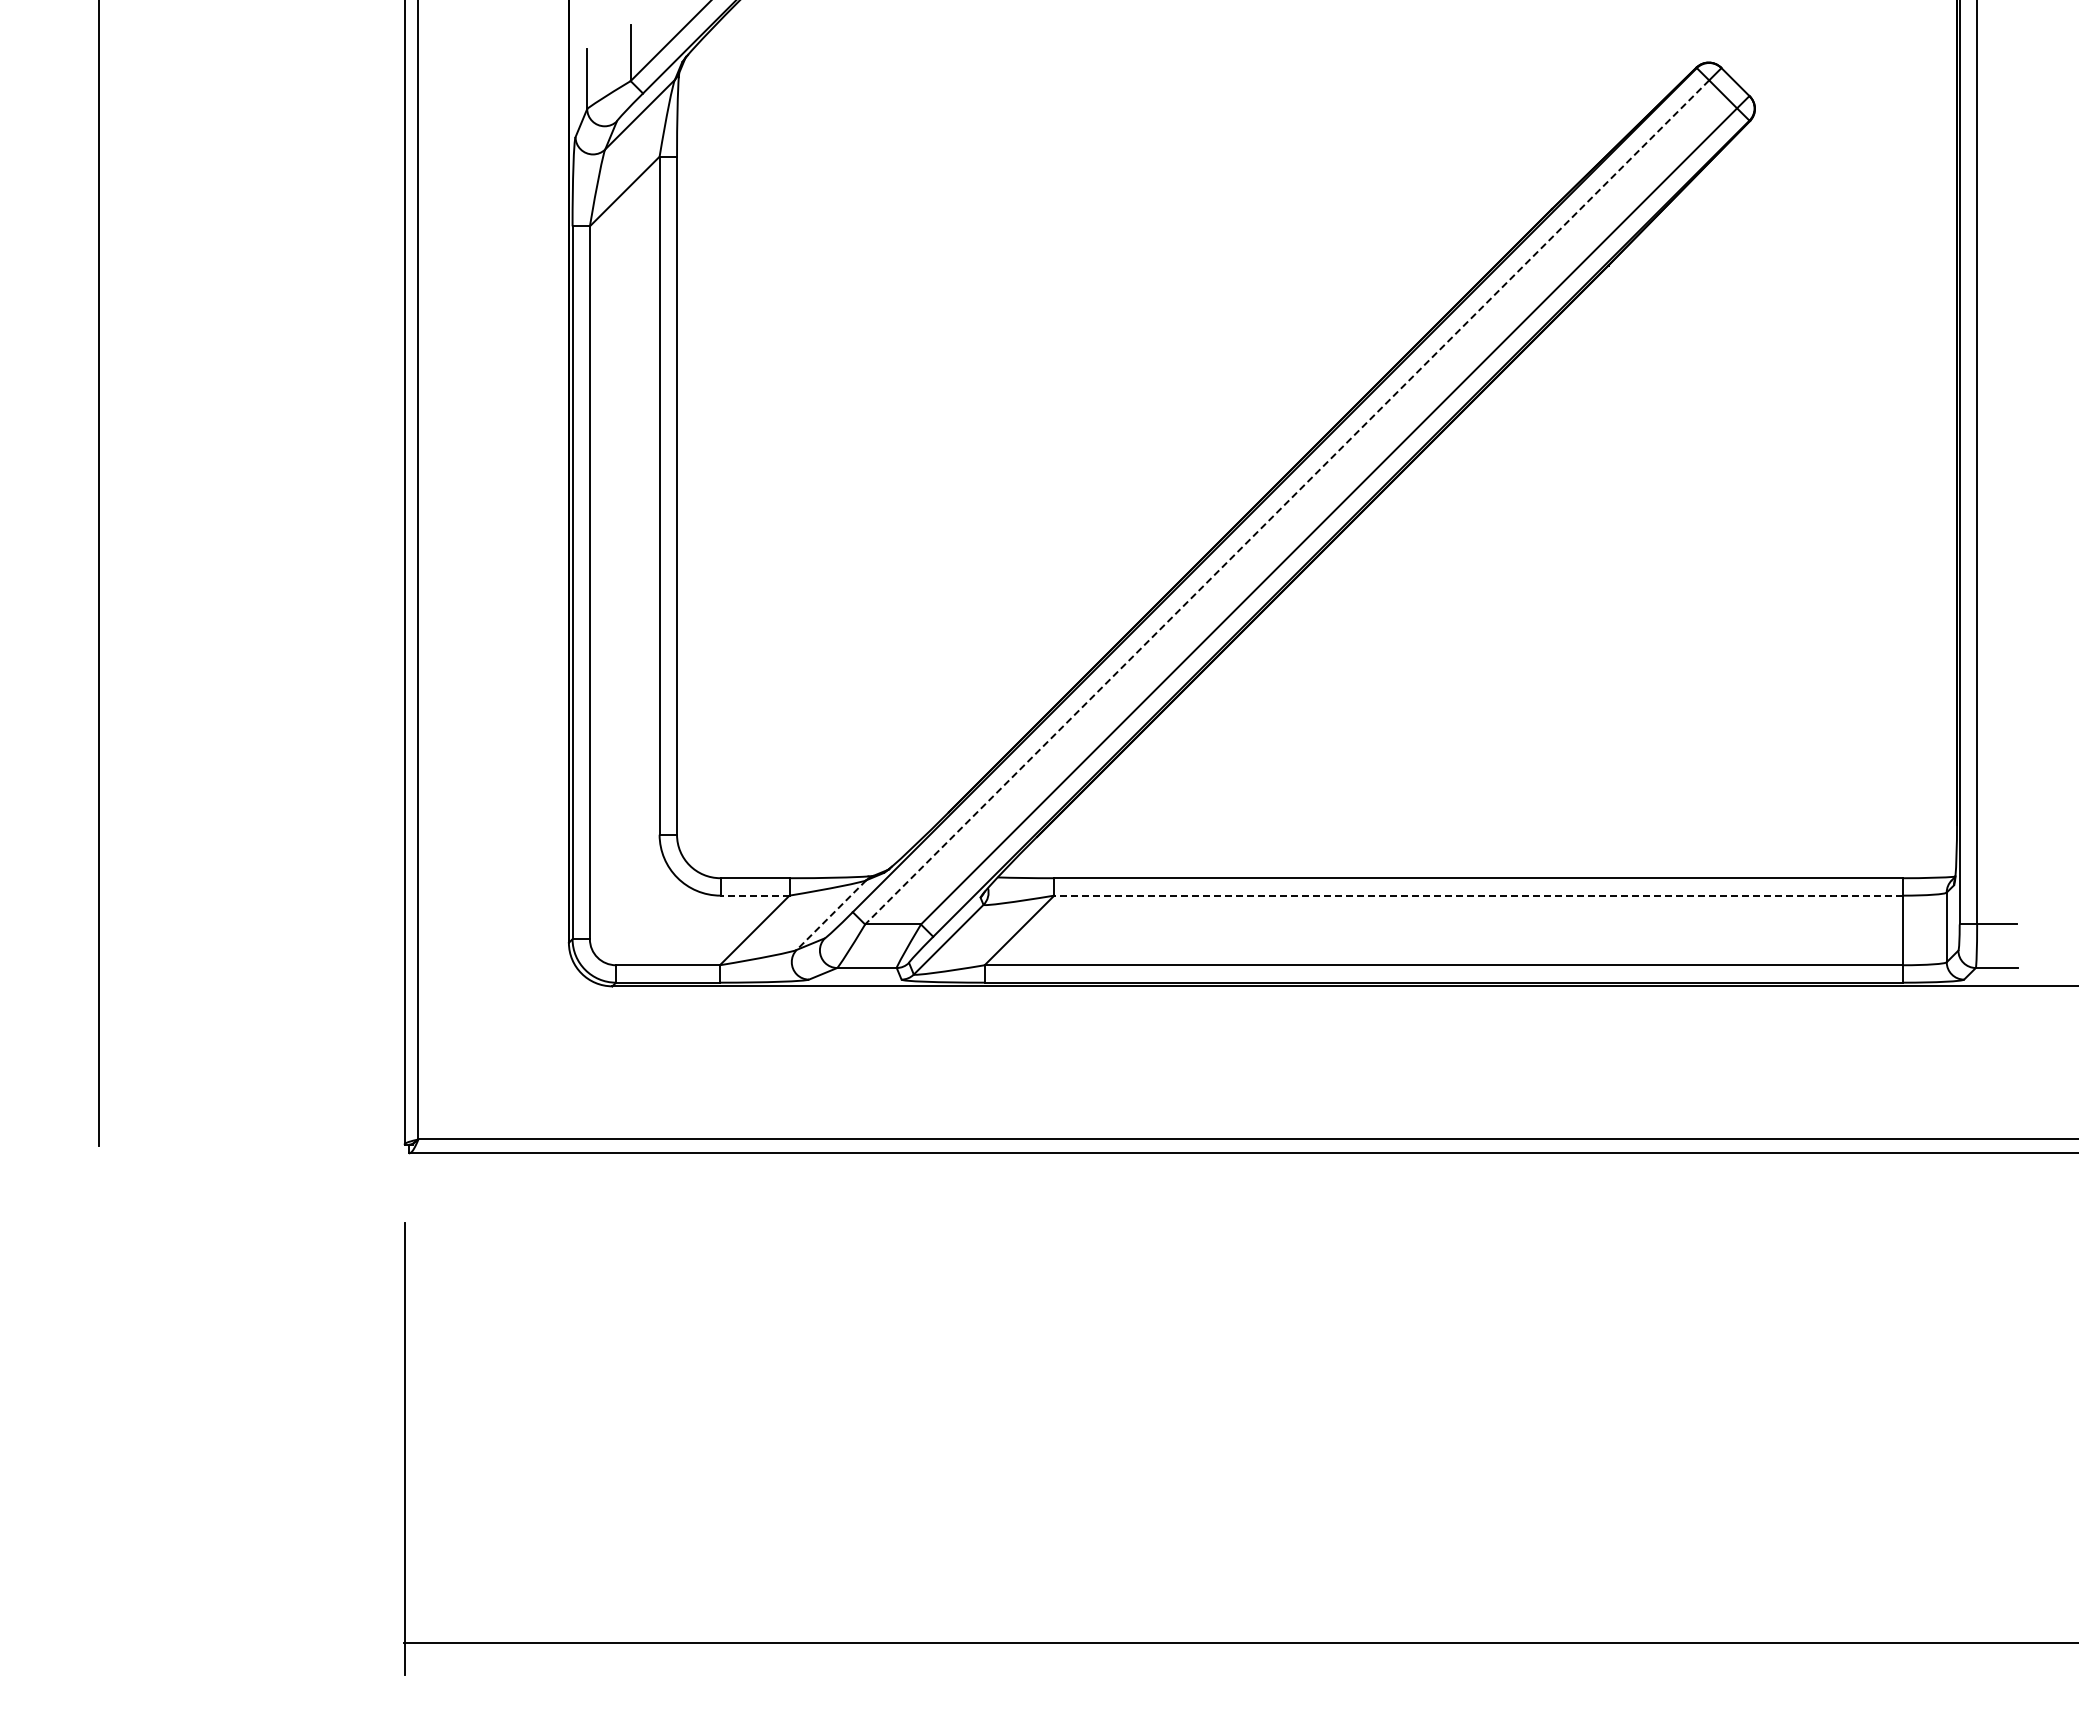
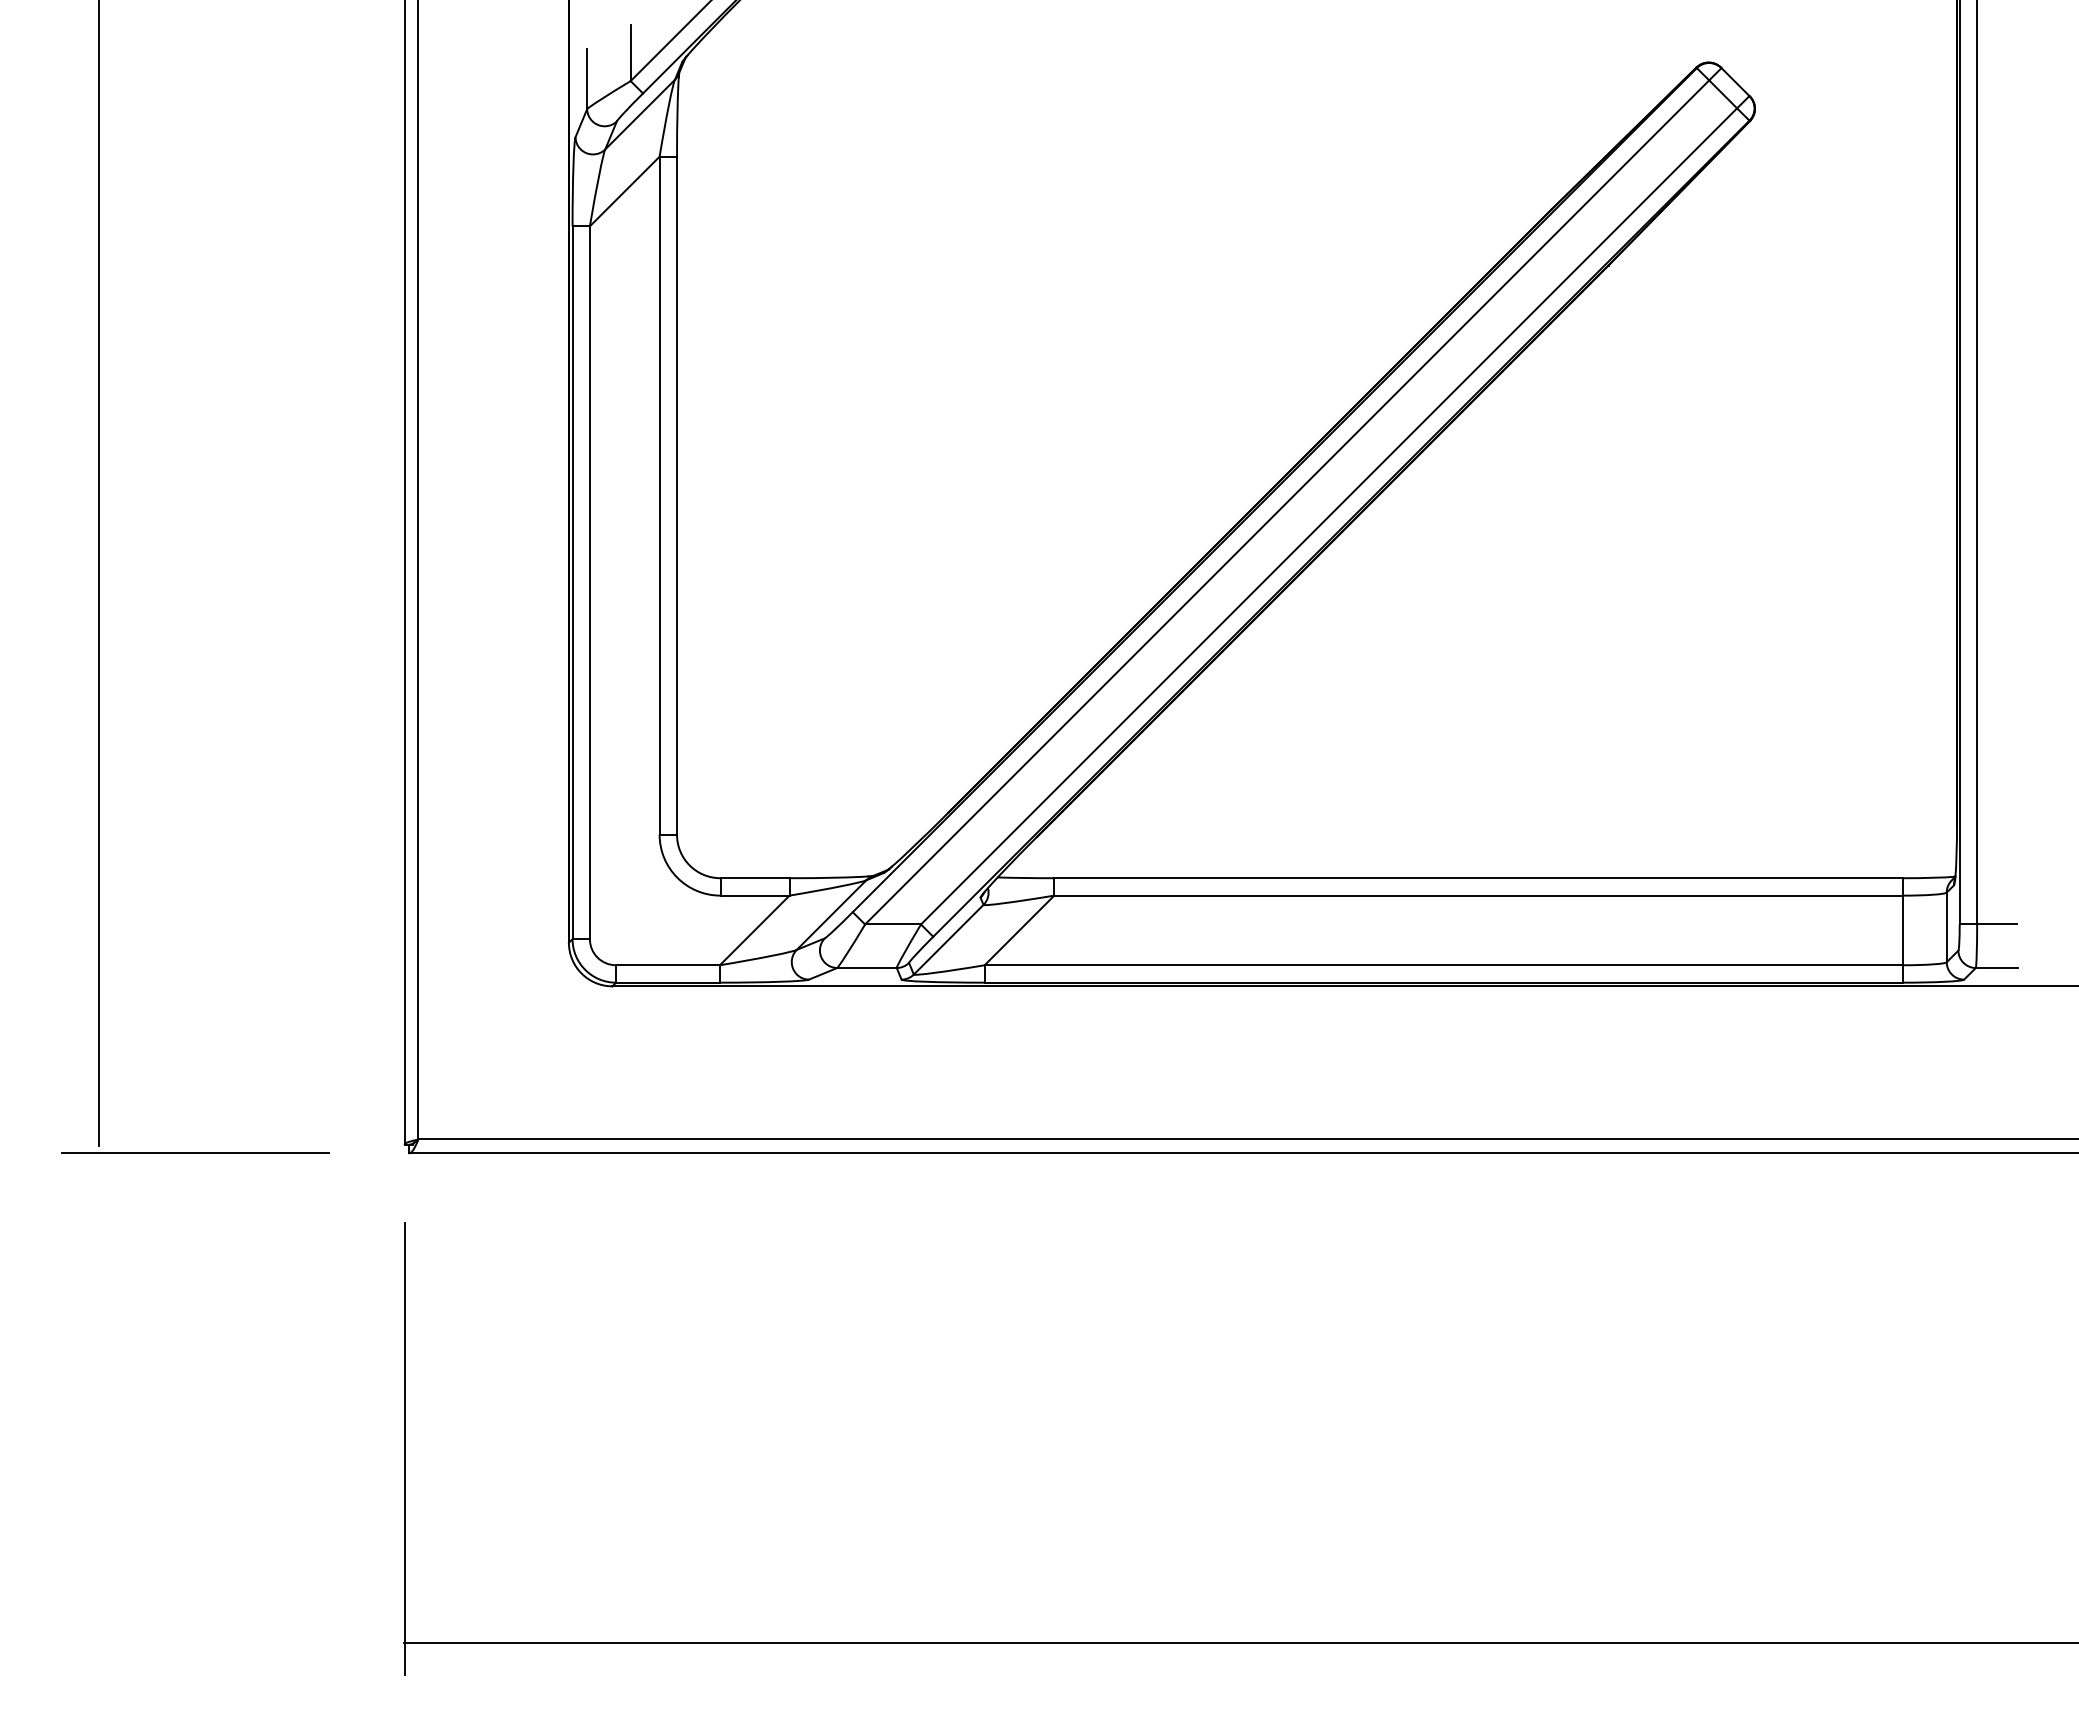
line at (1287, 502): dashed -> solid
line at (755, 895): dashed -> solid
line at (1478, 895): dashed -> solid
line at (831, 915): dashed -> solid
line at (195, 1153): none -> present
